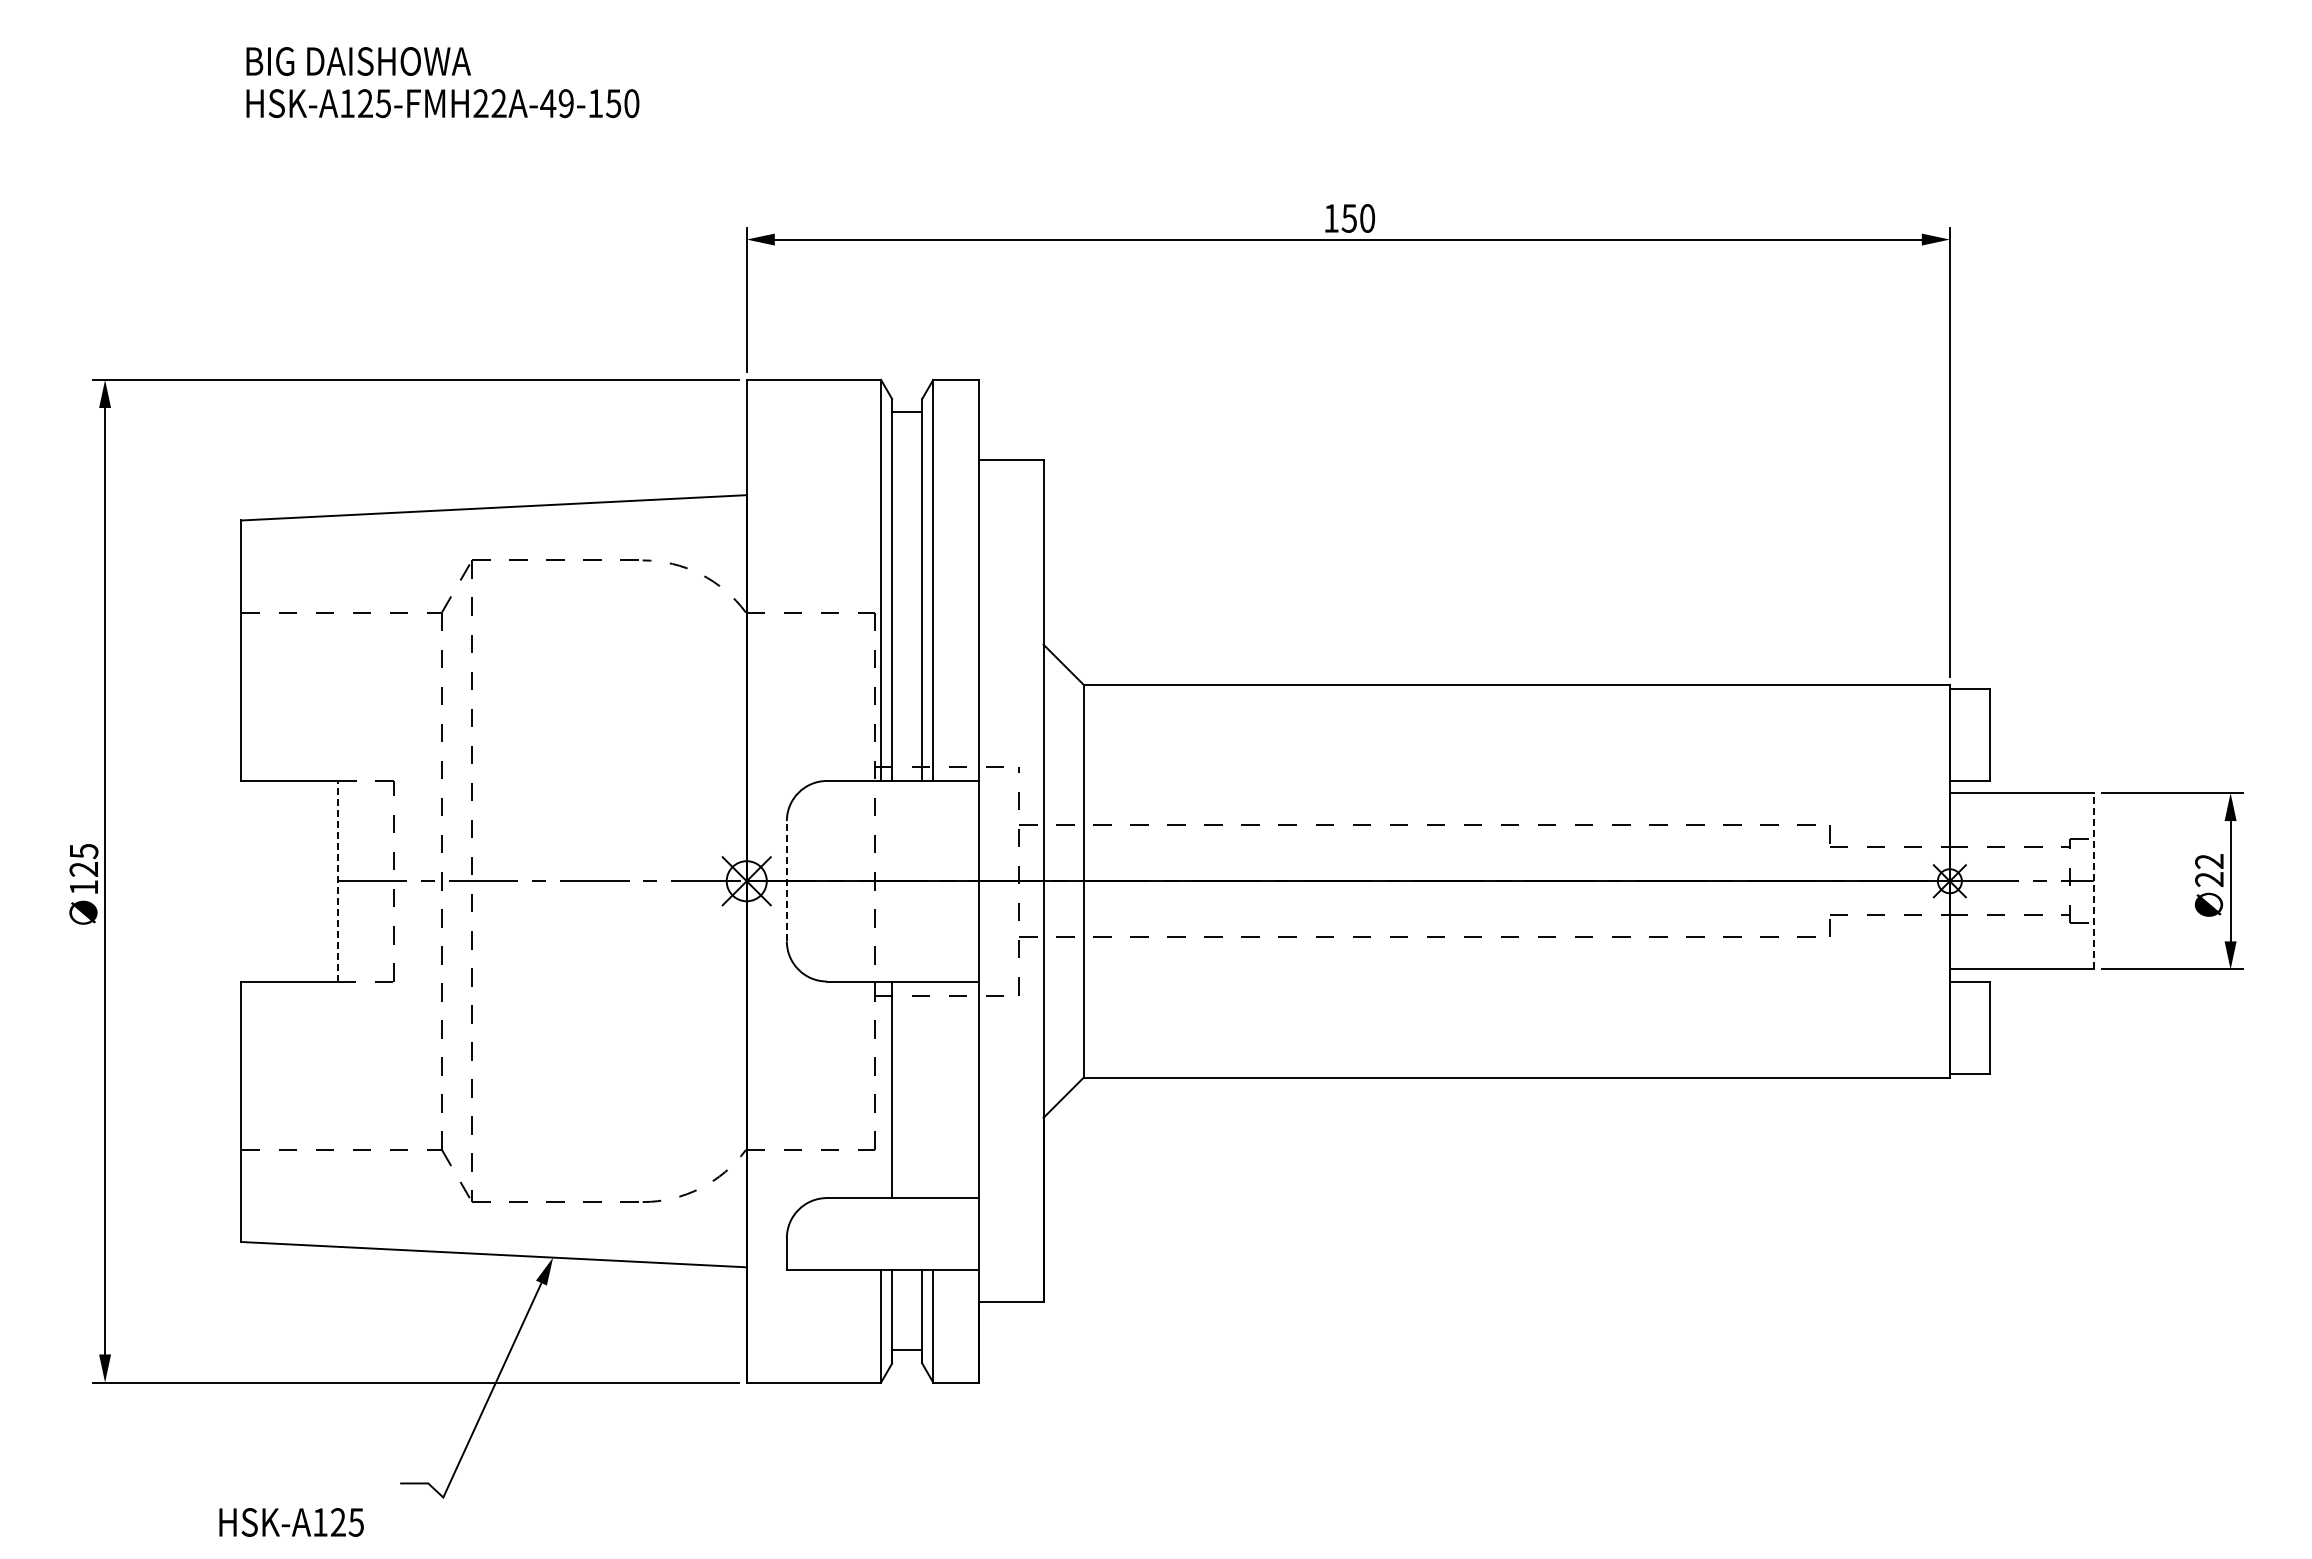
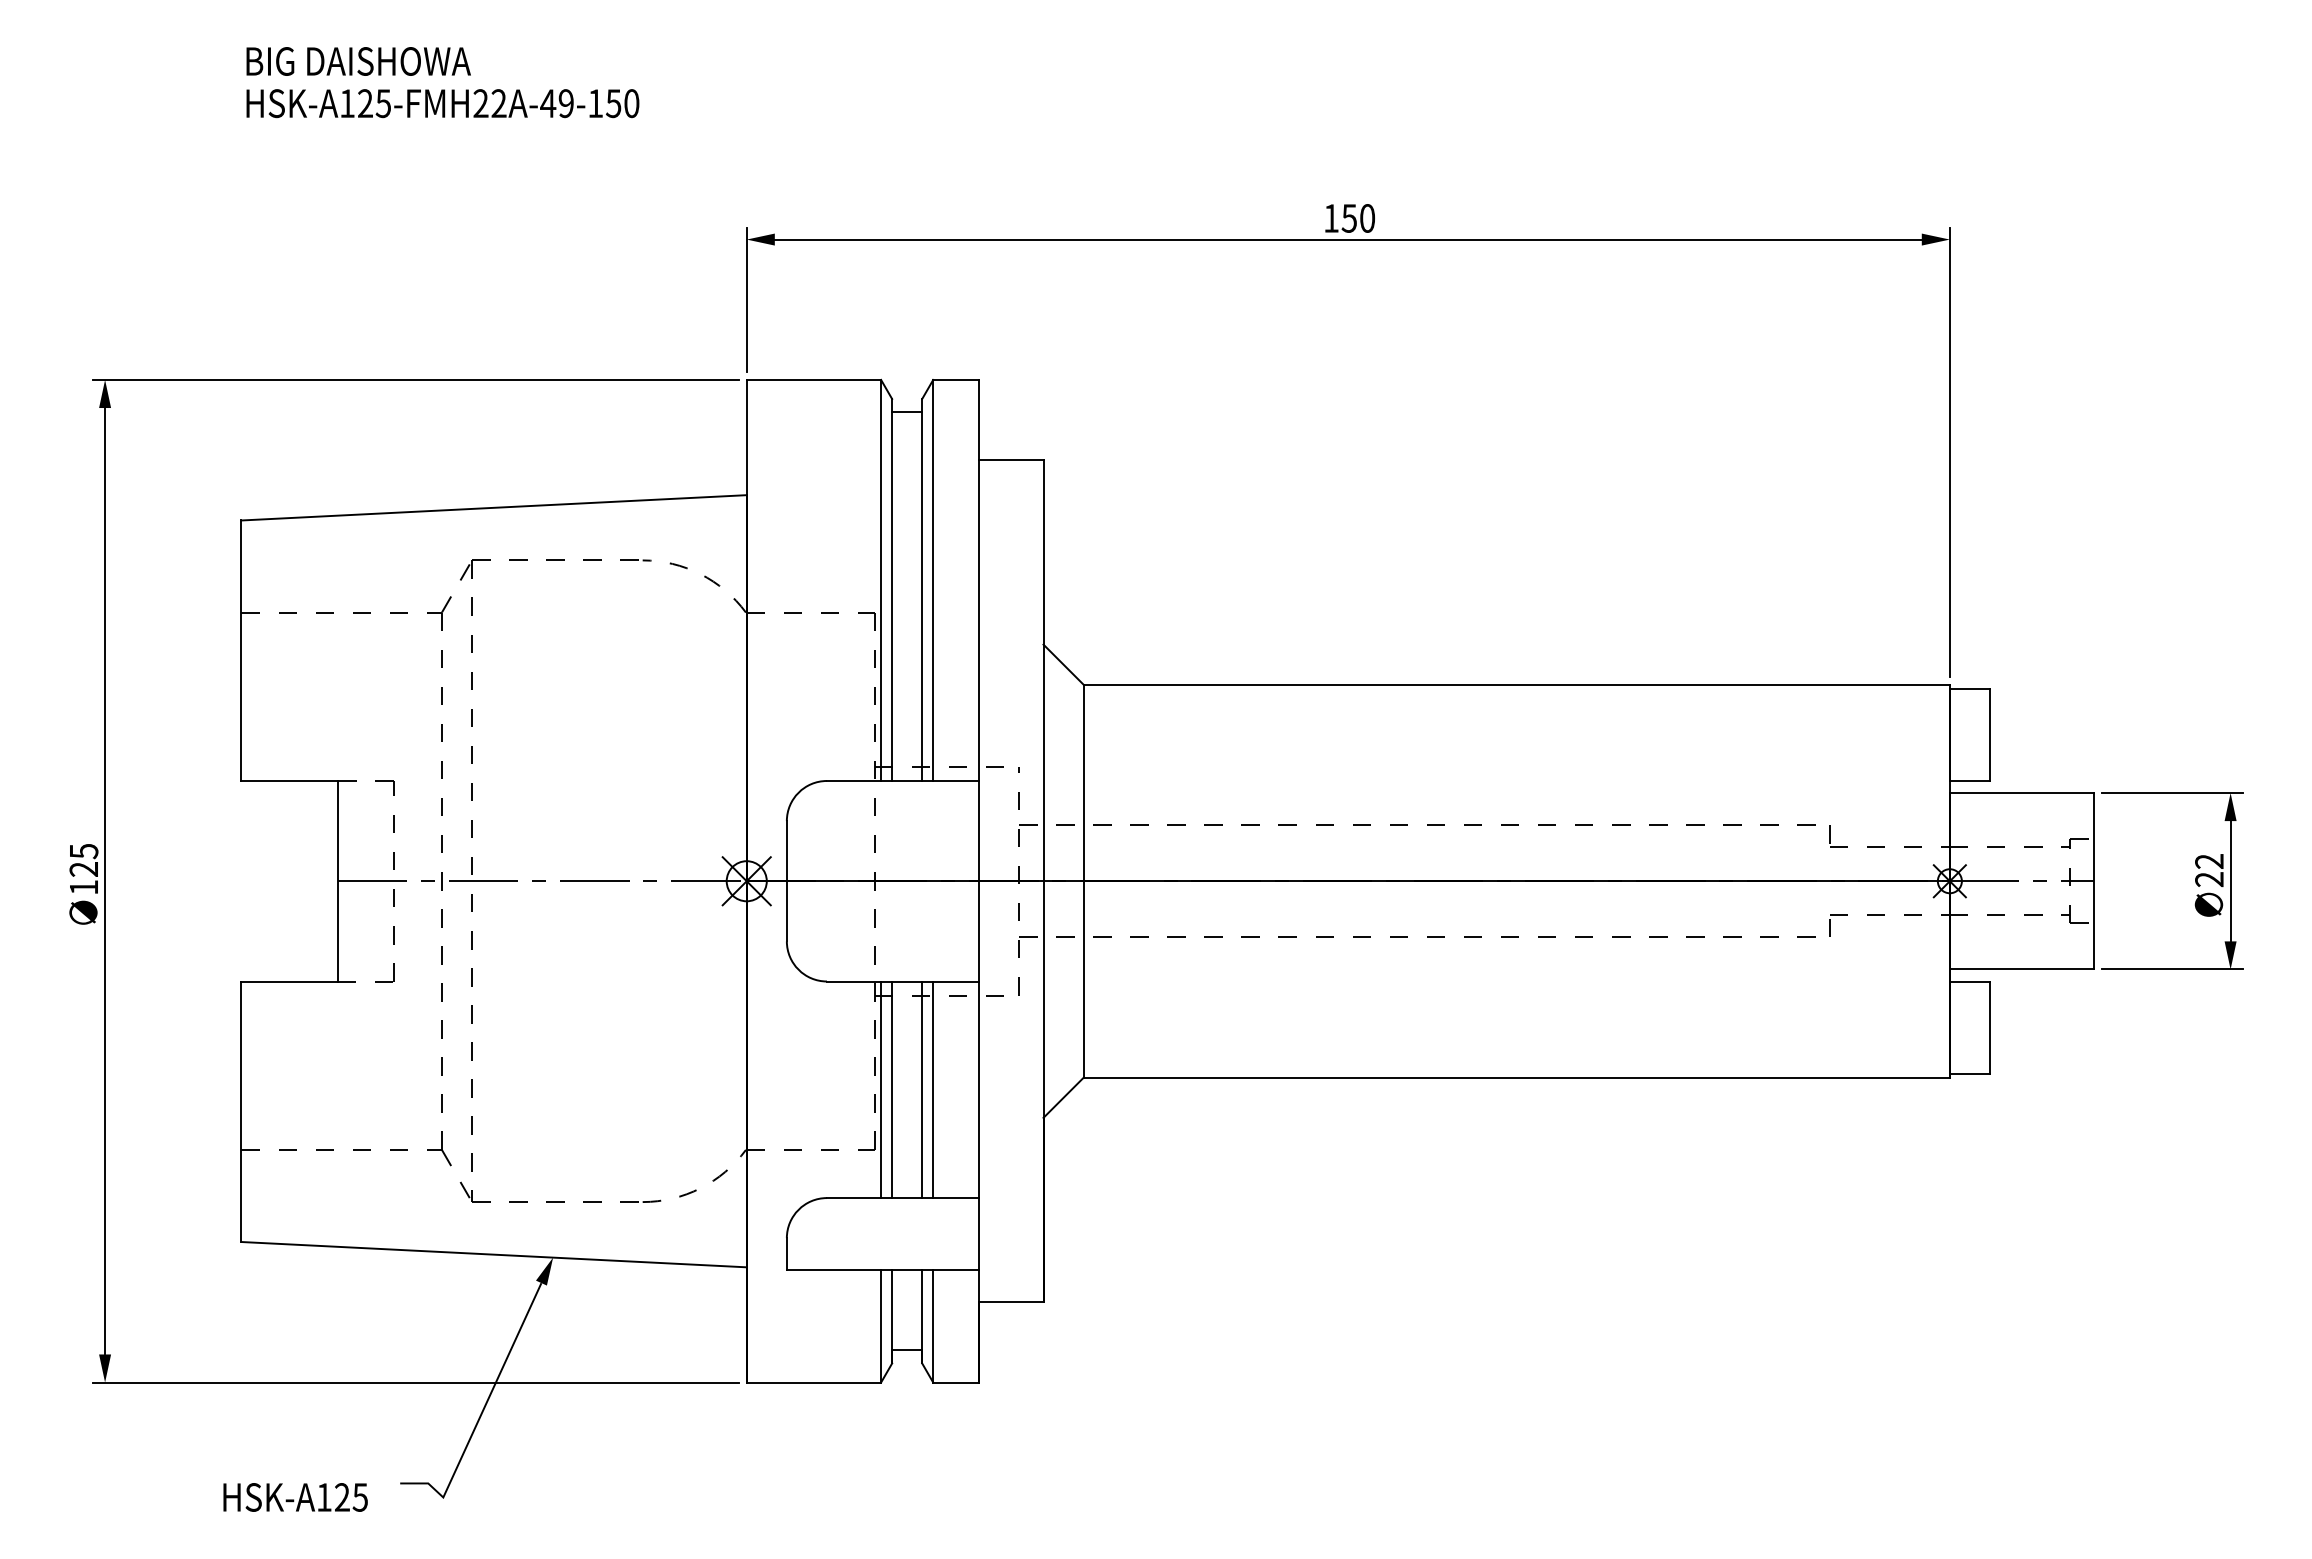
line at (337, 880): dashed -> solid
line at (786, 880): dashed -> solid
line at (2094, 880): dashed -> solid
line at (881, 1089): none -> present
line at (922, 1089): none -> present
line at (933, 1089): none -> present
text at (291, 1522) position: (291, 1522) -> (295, 1497)
